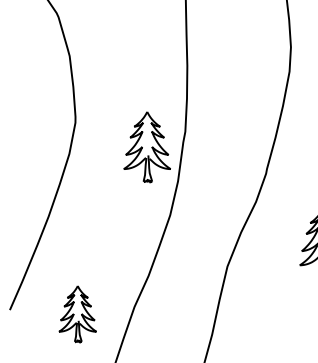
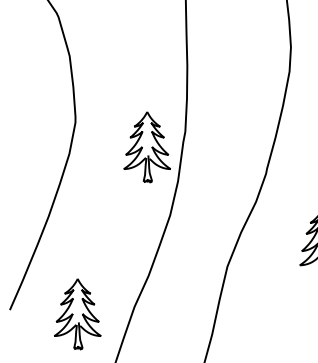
part at (77, 314) size: 39x59 px -> 48x73 px
